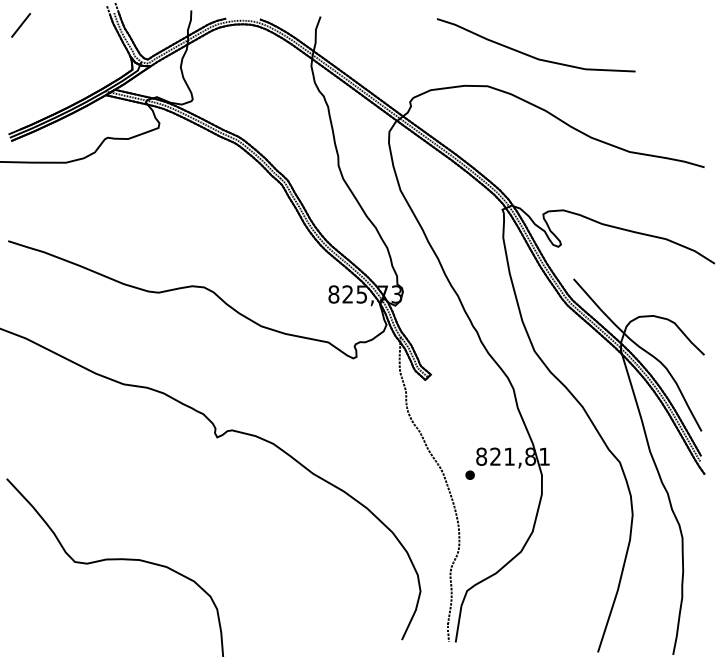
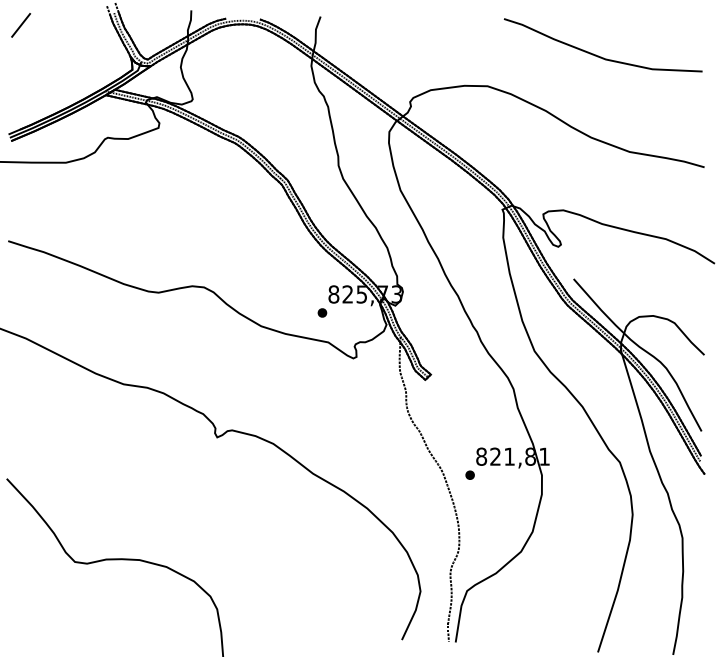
curve at (531, 55) position: (531, 55) -> (598, 55)
part at (322, 312): none -> present
